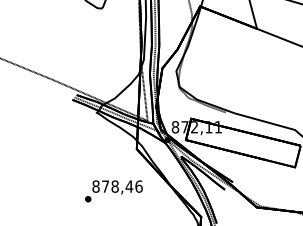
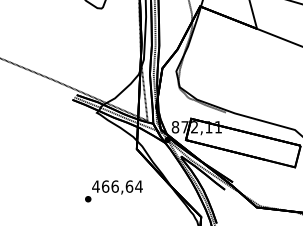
text at (117, 186): 878,46 -> 466,64
